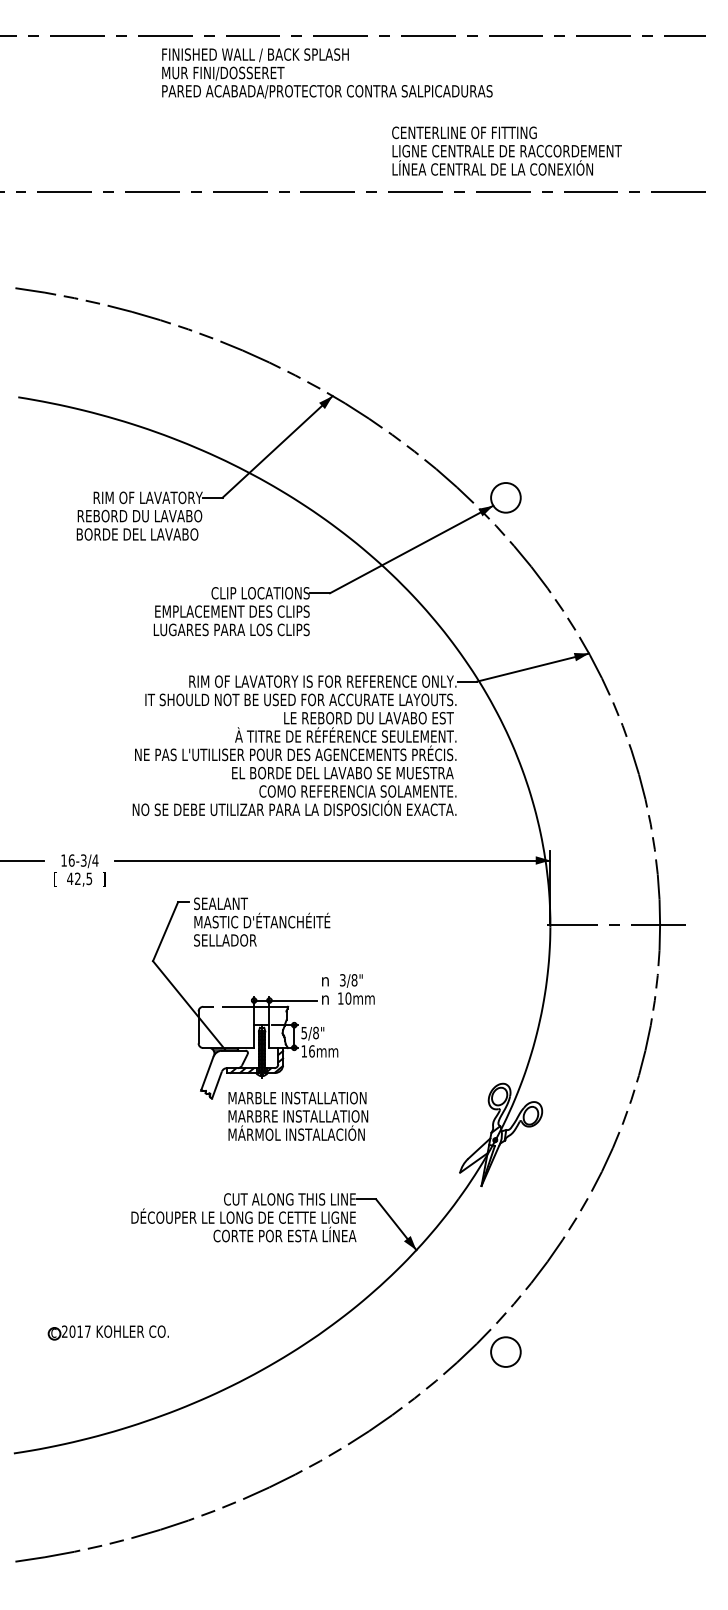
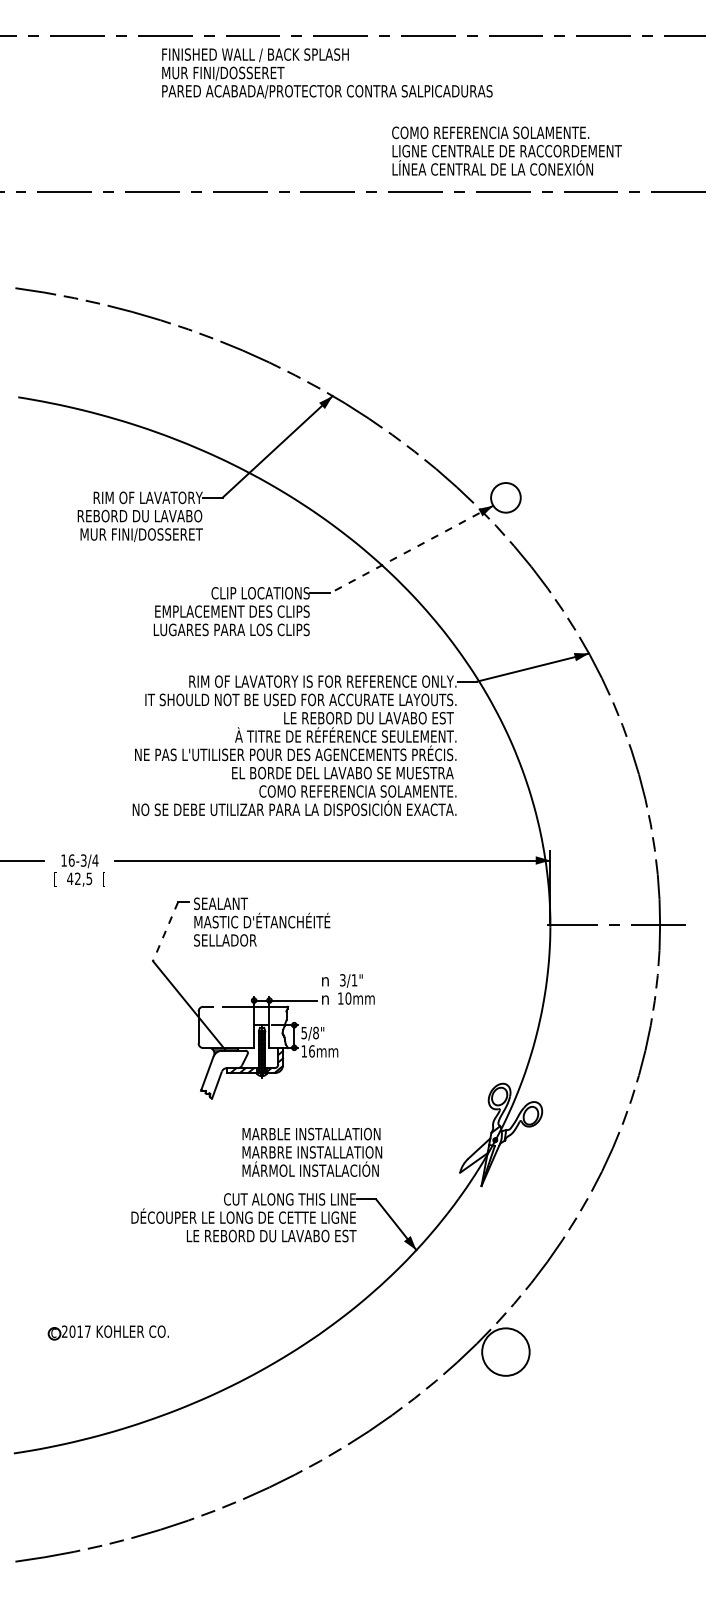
text at (494, 132): CENTERLINE OF FITTING -> COMO REFERENCIA SOLAMENTE.
text at (139, 535): BORDE DEL LAVABO -> MUR FINI/DOSSERET
line at (411, 549): solid -> dashed
text at (104, 879): ] -> [
line at (165, 932): solid -> dashed
text at (354, 980): 3/8" -> 3/1"
text at (298, 1115) position: (298, 1115) -> (312, 1151)
text at (271, 1234): CORTE POR ESTA LÍNEA -> LE REBORD DU LAVABO EST
circle at (505, 1351) diameter: 30 px -> 48 px
